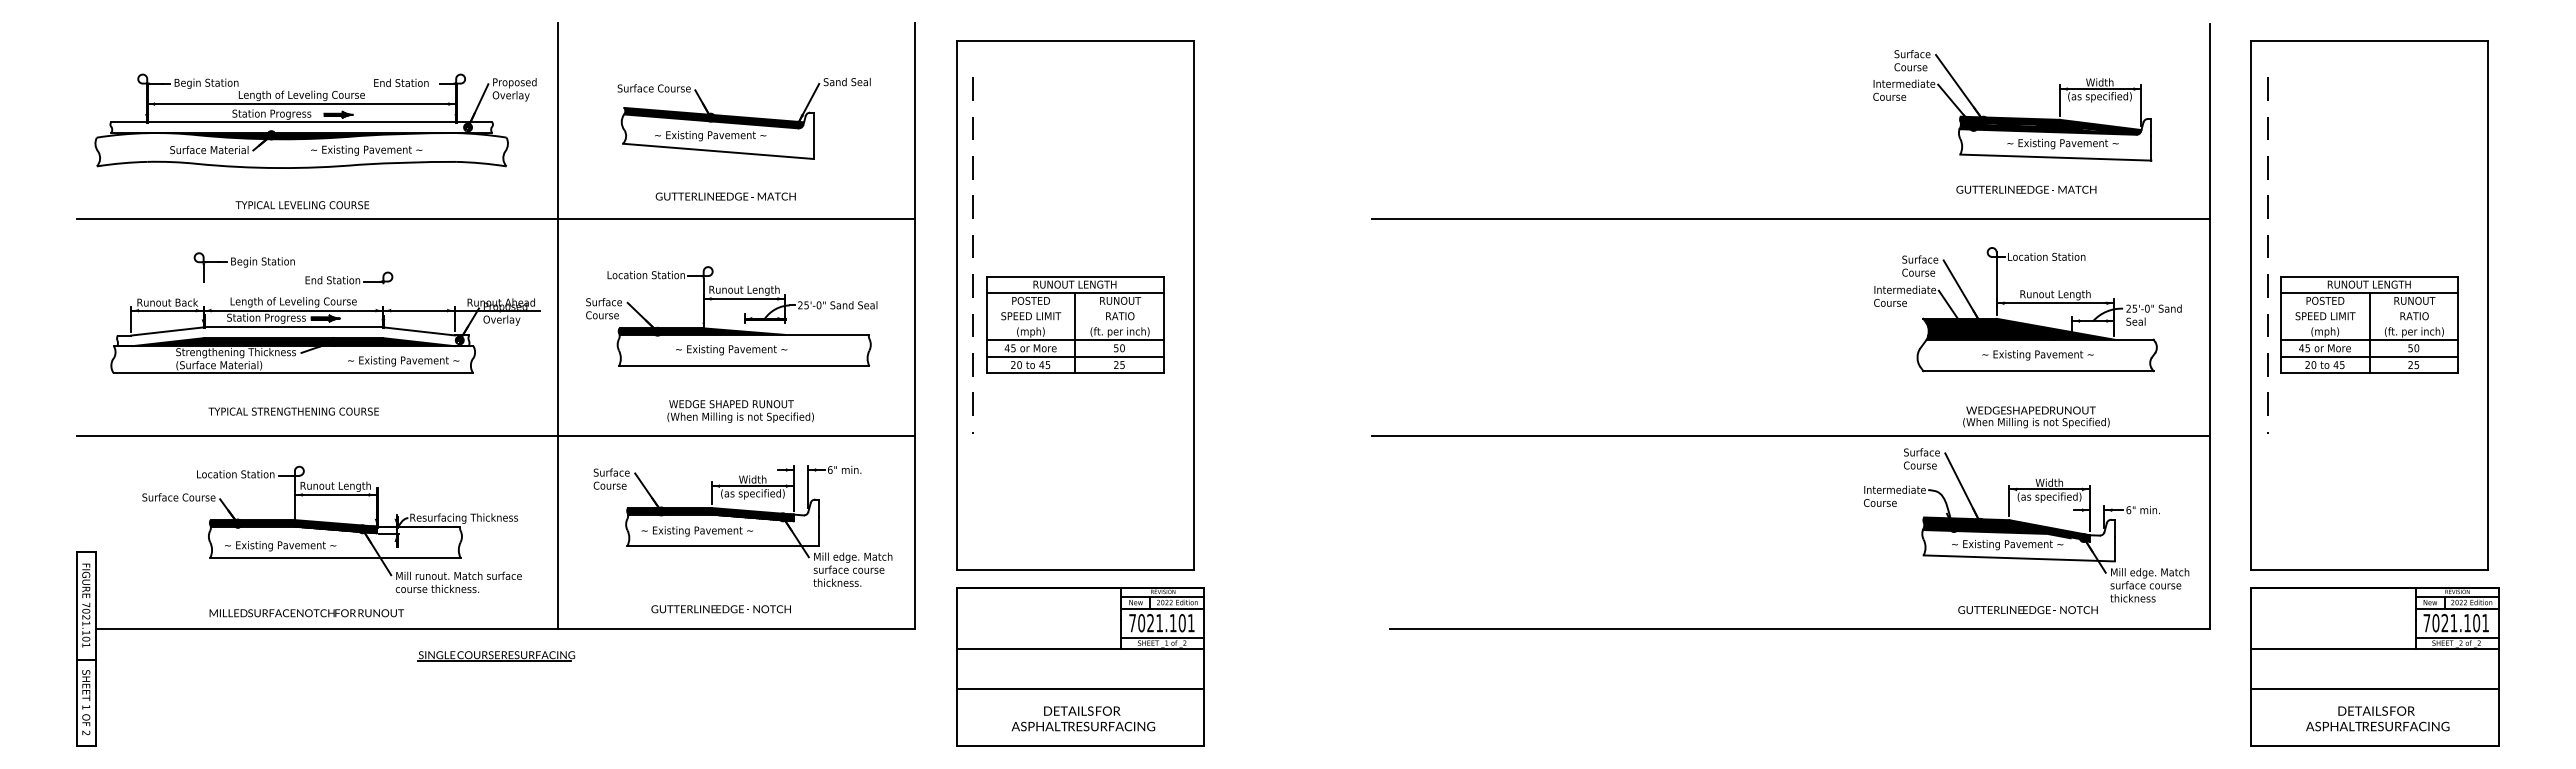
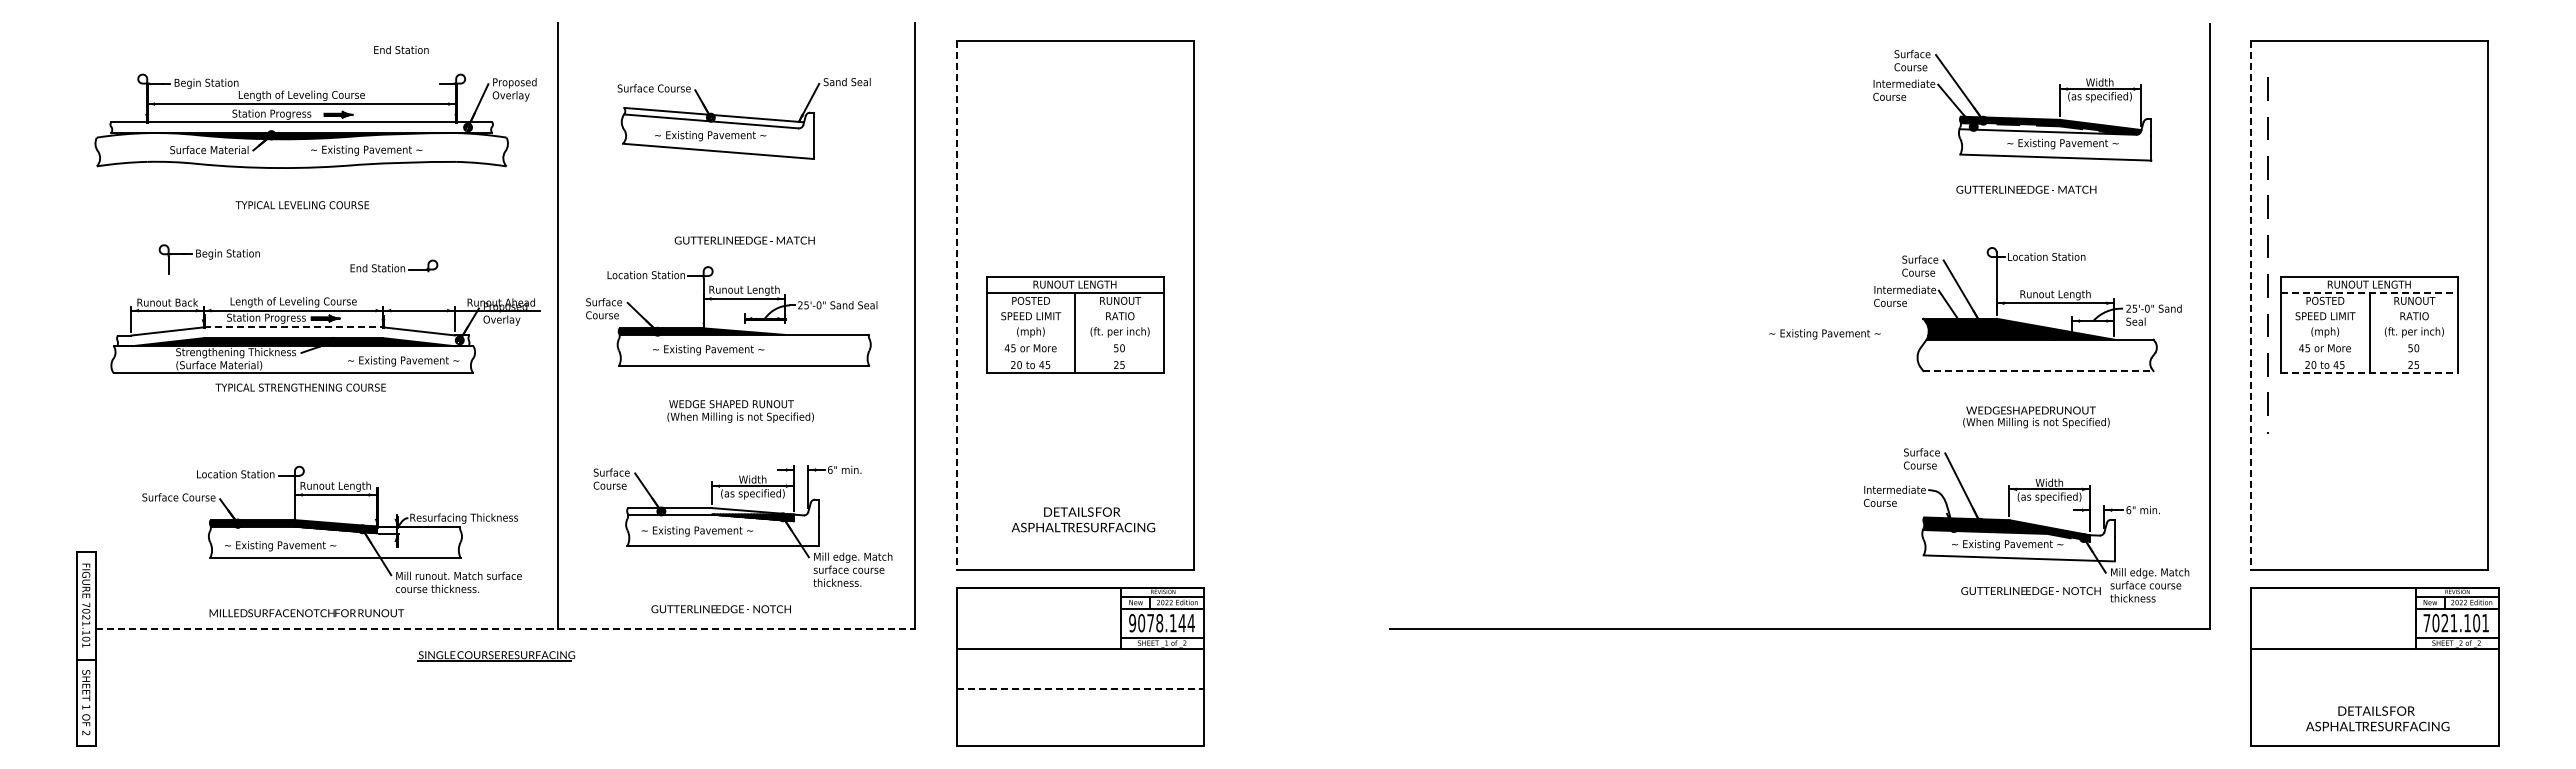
text at (401, 82) position: (401, 82) -> (401, 49)
fill at (714, 117): present -> none
fill at (2041, 128): present -> none
text at (725, 196) position: (725, 196) -> (744, 240)
line at (496, 218): present -> none
line at (1790, 218): present -> none
line at (972, 255): present -> none
part at (243, 267) position: (243, 267) -> (208, 259)
part at (349, 277) position: (349, 277) -> (394, 265)
line at (2369, 292): solid -> dashed
line at (957, 305): solid -> dashed
line at (2251, 305): solid -> dashed
line at (293, 327): solid -> dashed
line at (1075, 339): present -> none
line at (2369, 339): present -> none
text at (731, 350) position: (731, 350) -> (708, 350)
text at (2037, 355) position: (2037, 355) -> (1824, 334)
line at (1075, 356): present -> none
line at (2369, 356): present -> none
line at (2038, 371): solid -> dashed
line at (2369, 373): solid -> dashed
text at (293, 411) position: (293, 411) -> (300, 387)
line at (495, 435): present -> none
line at (1789, 436): present -> none
fill at (710, 511): present -> none
text at (2027, 609) position: (2027, 609) -> (2030, 590)
text at (1161, 623): 7021.101 -> 9078.144
line at (505, 628): solid -> dashed
line at (1080, 688): solid -> dashed
line at (2374, 688): present -> none
text at (1083, 718) position: (1083, 718) -> (1083, 519)
